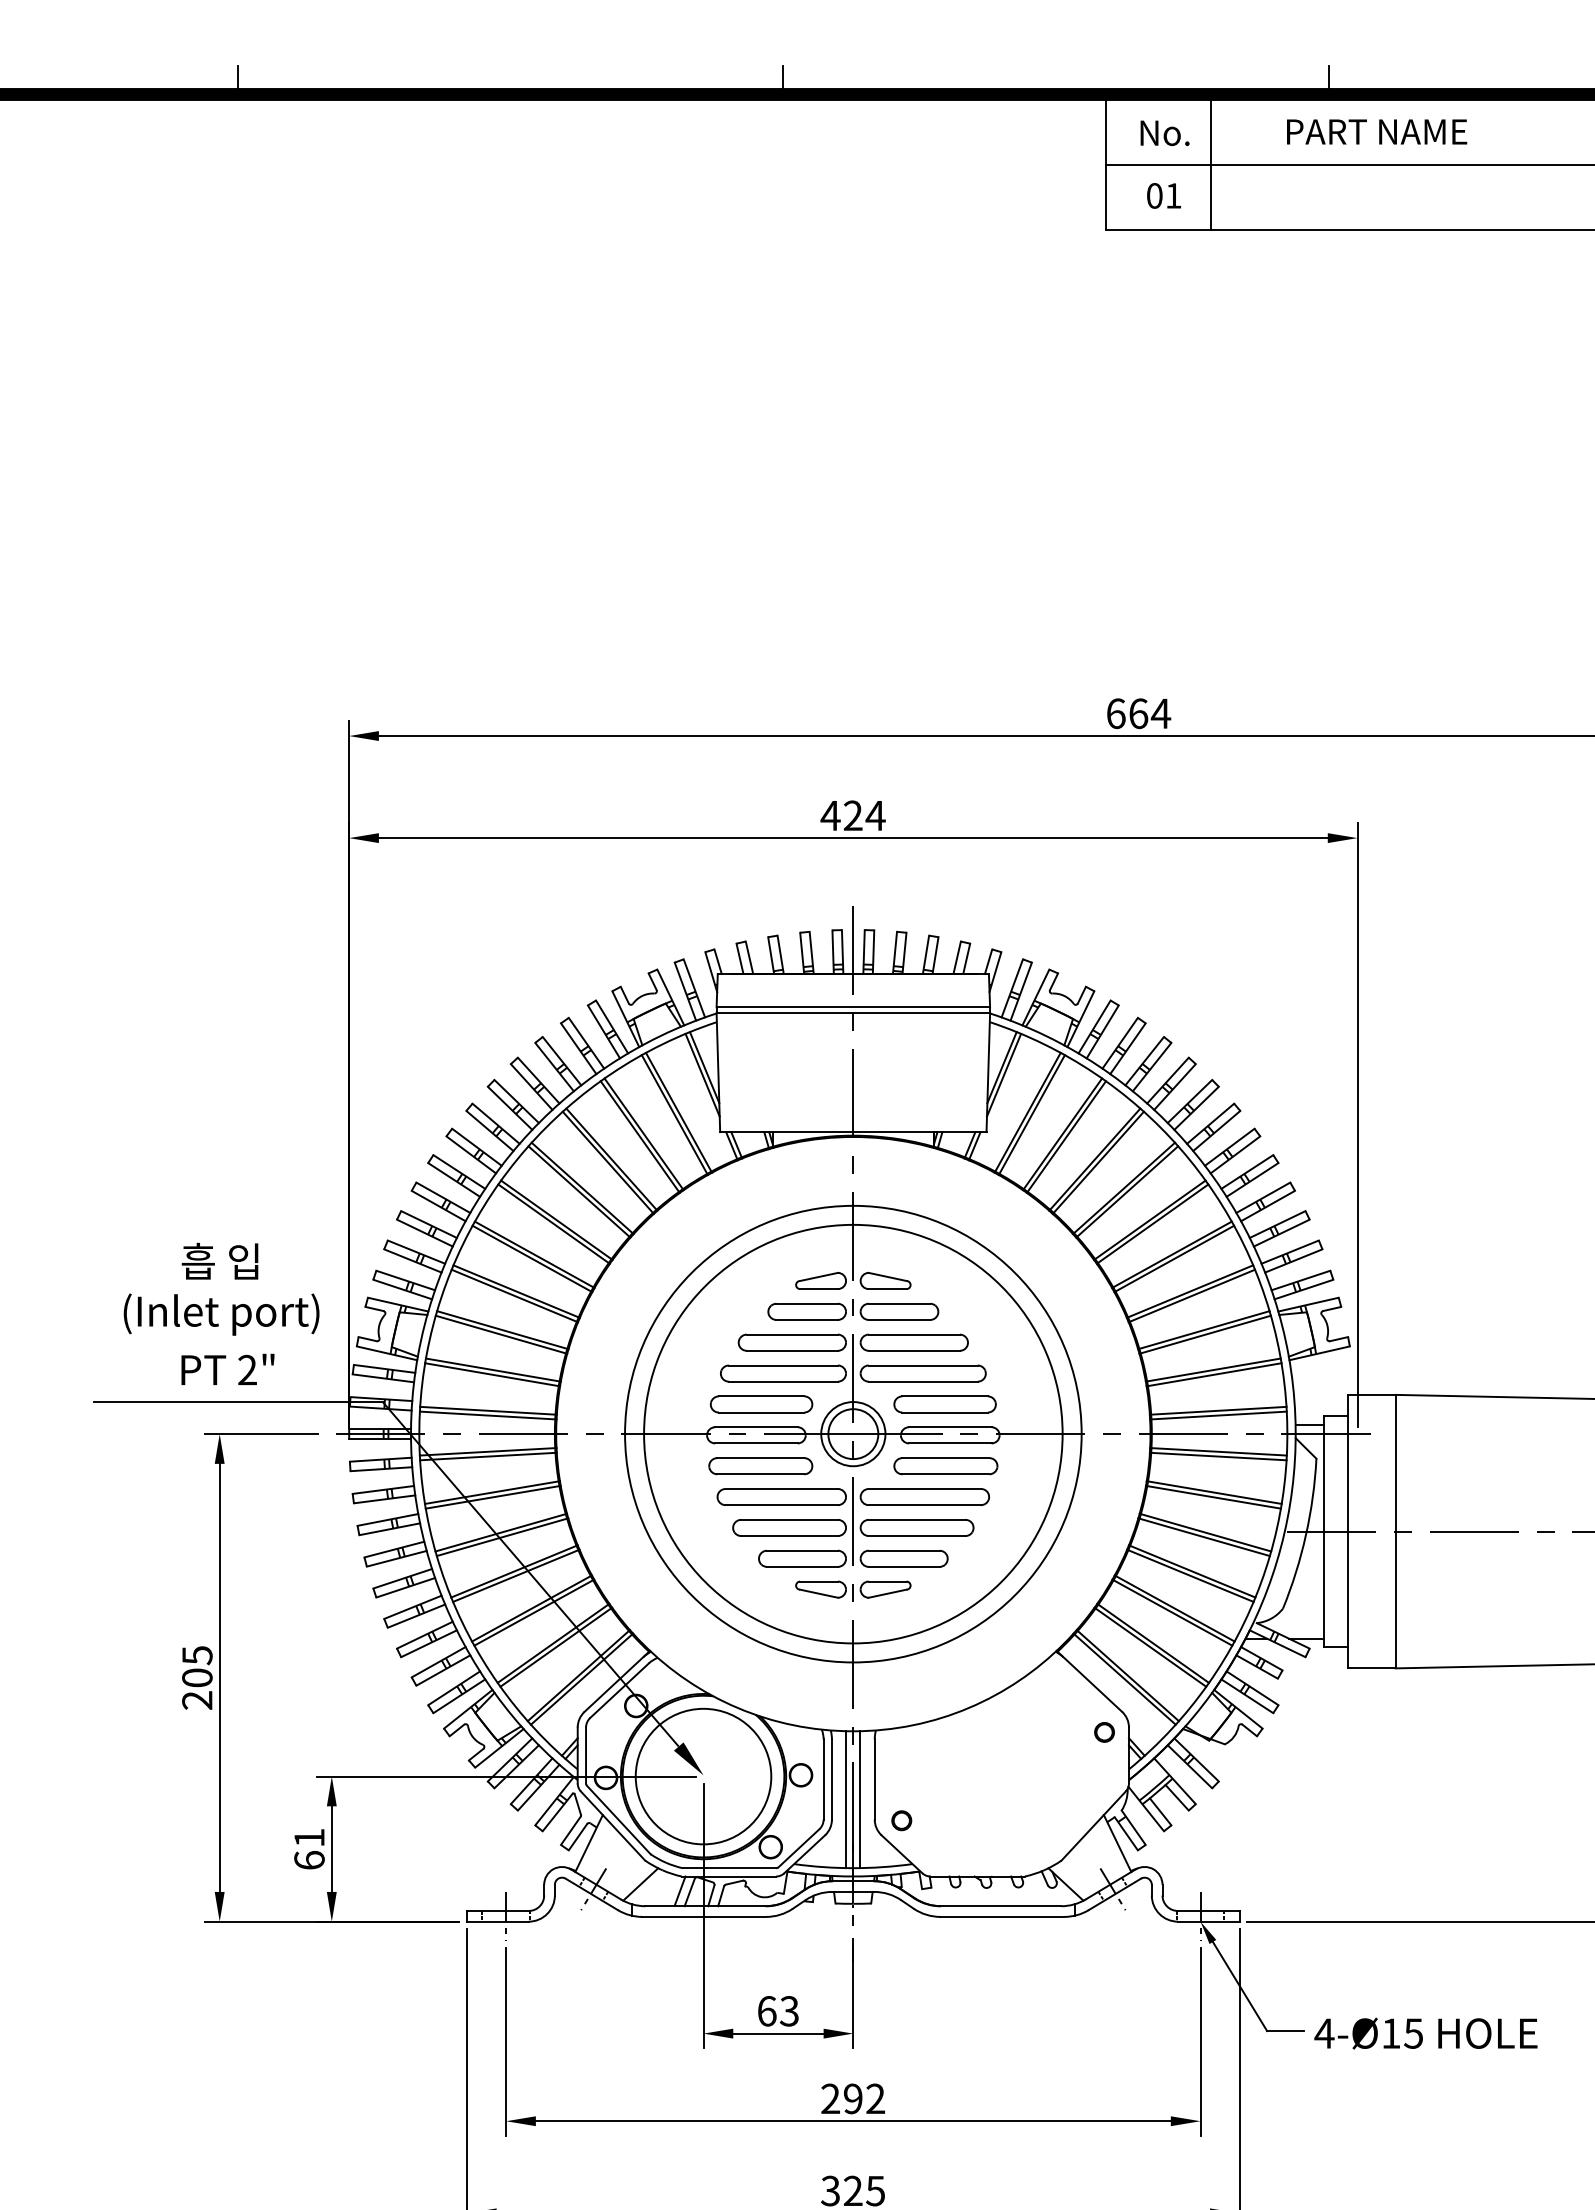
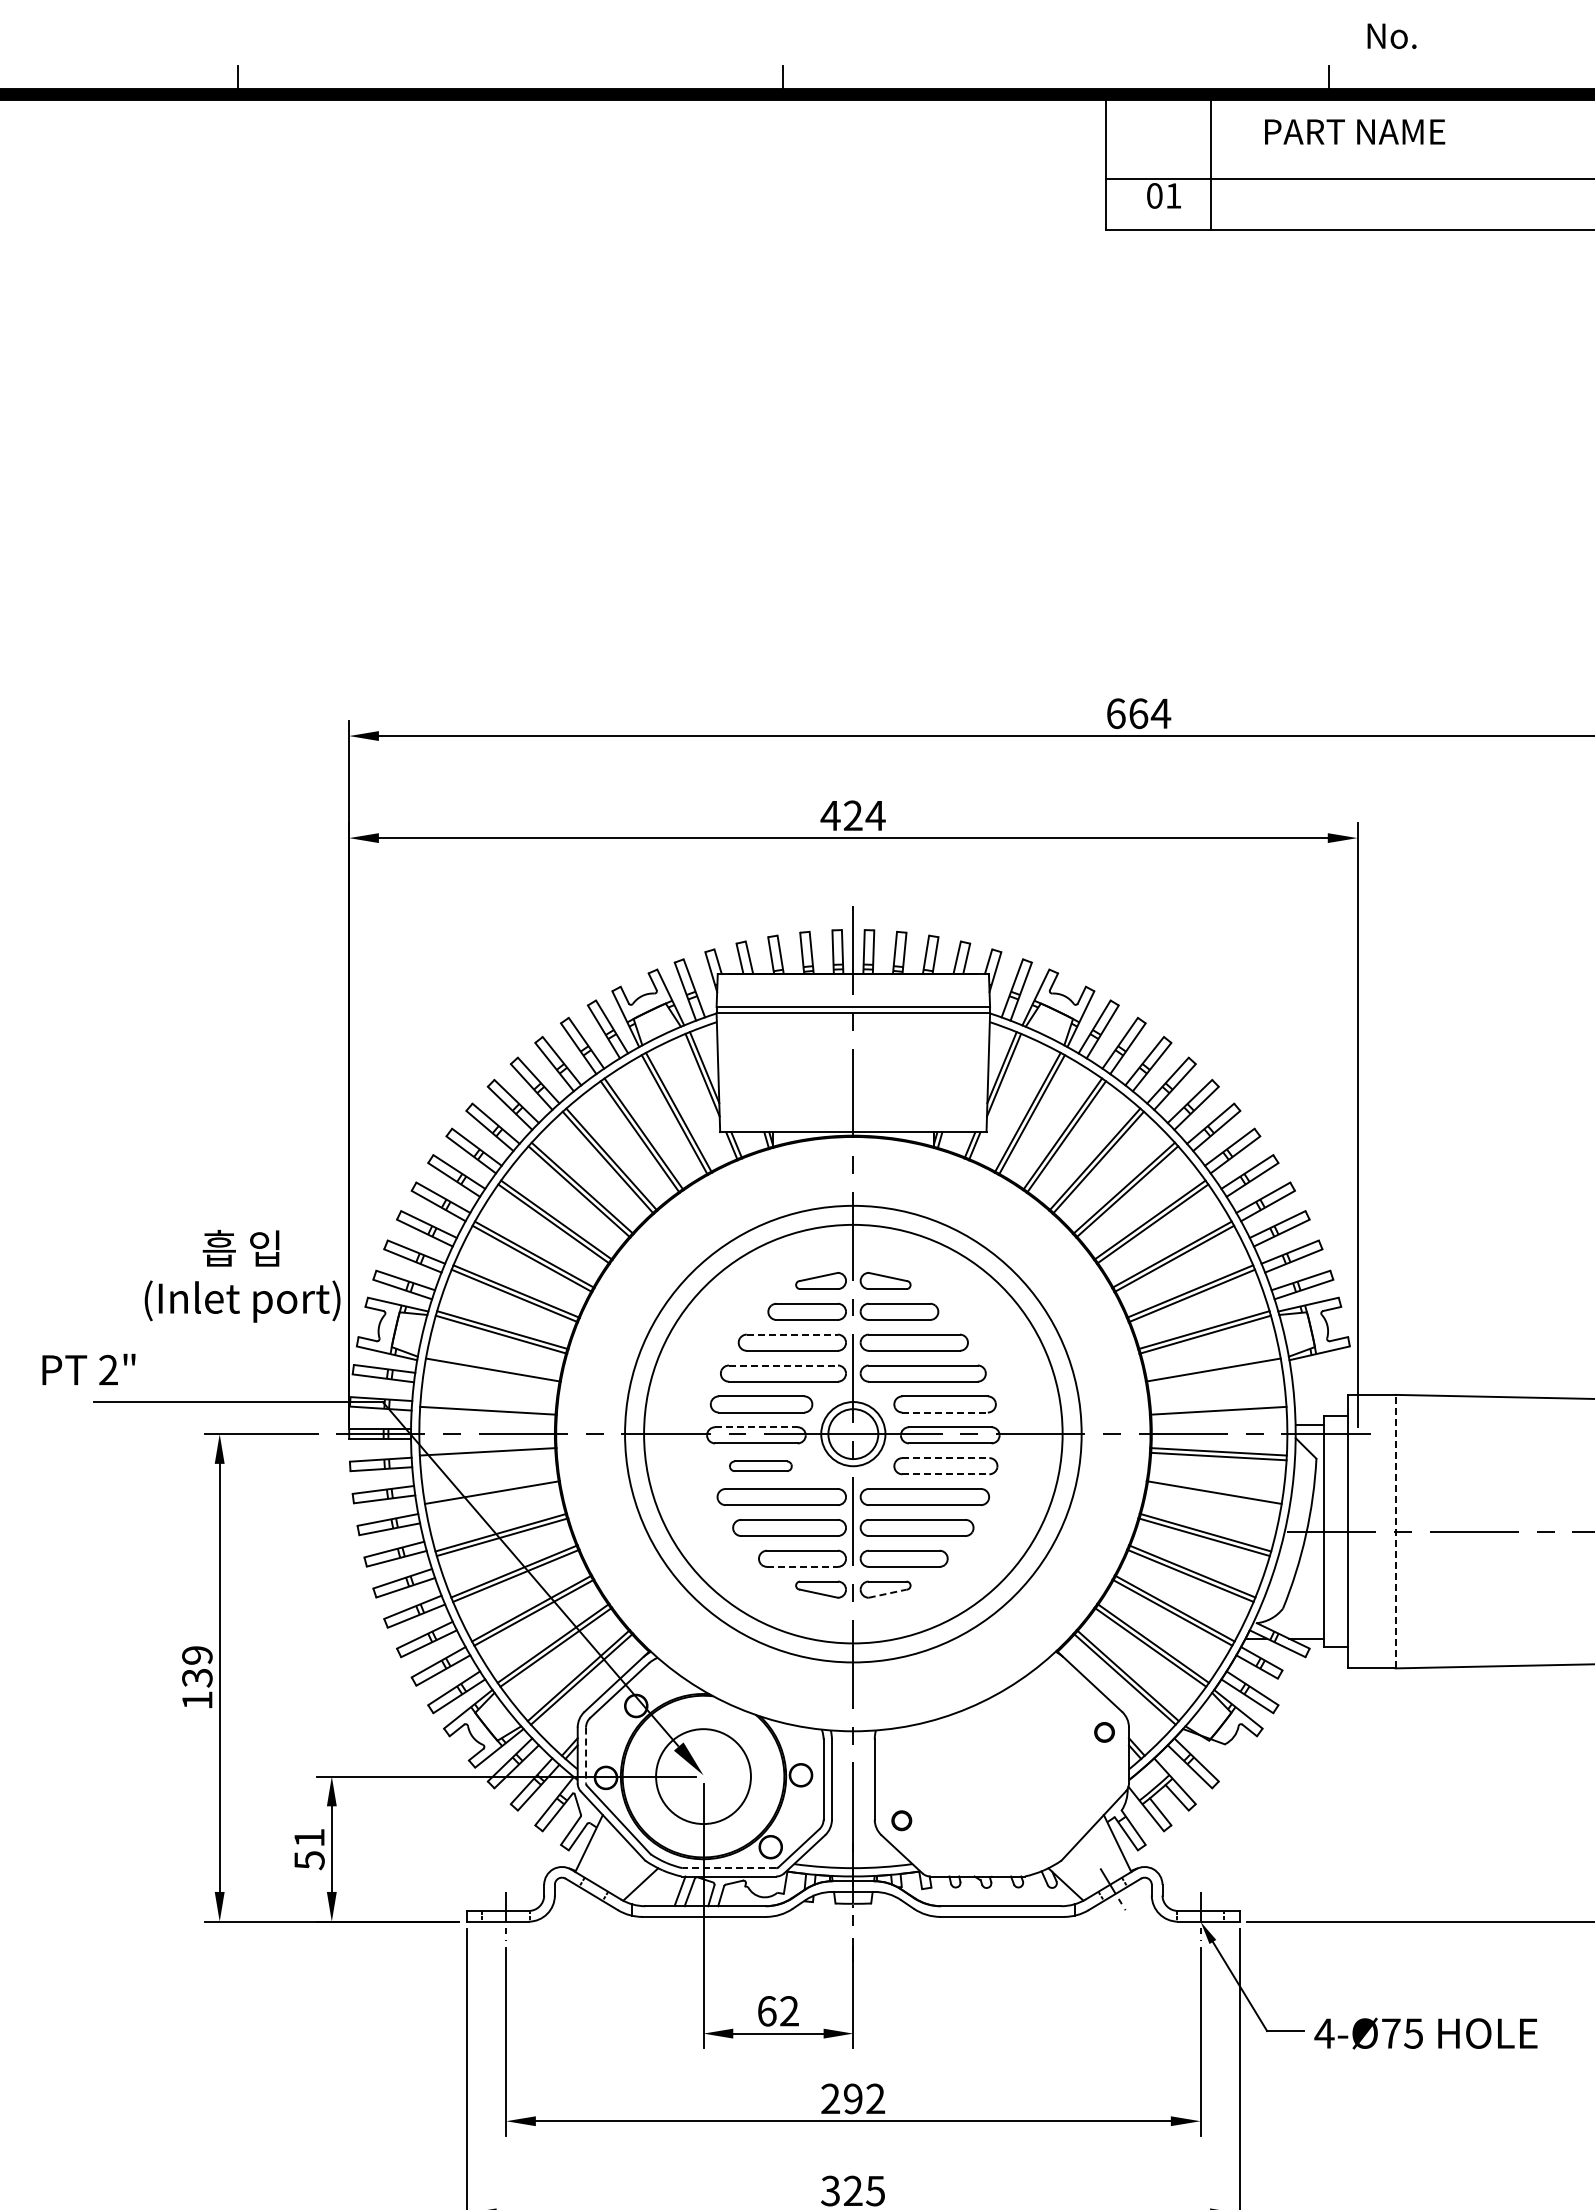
text at (1377, 131) position: (1377, 131) -> (1355, 131)
text at (1164, 132) position: (1164, 132) -> (1391, 35)
line at (1348, 164) position: (1348, 164) -> (1348, 178)
text at (221, 1288) position: (221, 1288) -> (242, 1275)
line at (792, 1334): solid -> dashed
line at (783, 1365): solid -> dashed
text at (227, 1368) position: (227, 1368) -> (88, 1368)
line at (492, 1374): present -> none
line at (1213, 1374): present -> none
line at (945, 1412): solid -> dashed
line at (487, 1415): present -> none
line at (1218, 1415): present -> none
line at (756, 1427): solid -> dashed
line at (488, 1456): present -> none
line at (946, 1458): solid -> dashed
part at (760, 1466) size: 106x19 px -> 64x12 px
line at (946, 1474): solid -> dashed
line at (492, 1496): present -> none
line at (1212, 1496): present -> none
line at (1395, 1531): solid -> dashed
line at (803, 1566): solid -> dashed
line at (888, 1593): solid -> dashed
text at (197, 1677): 205 -> 139
line at (586, 1755): solid -> dashed
circle at (703, 1776) diameter: 136 px -> 95 px
line at (846, 1799): present -> none
line at (860, 1799): present -> none
text at (309, 1860): 61 -> 51
line at (729, 1868): solid -> dashed
line at (593, 1889): present -> none
text at (788, 2011): 63 -> 62
text at (1391, 2033): 4-Ø15 -> 4-Ø75
